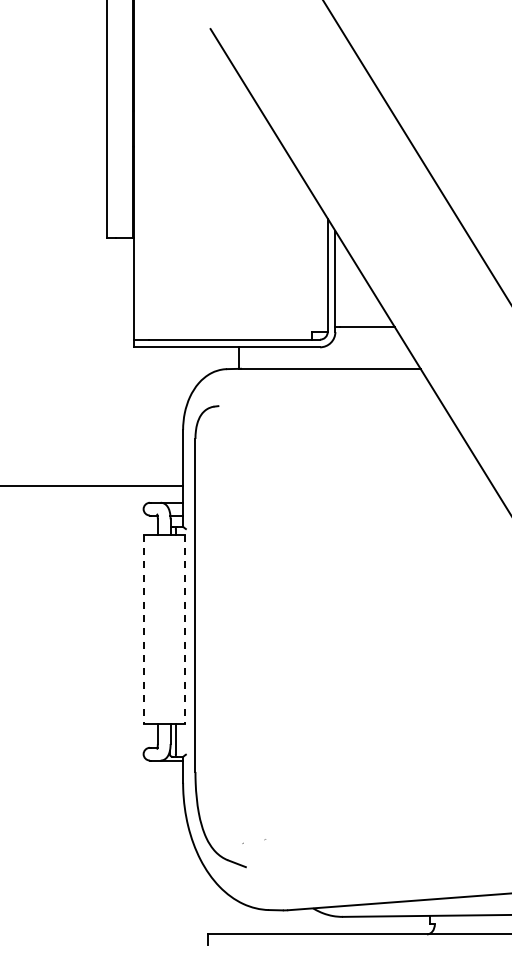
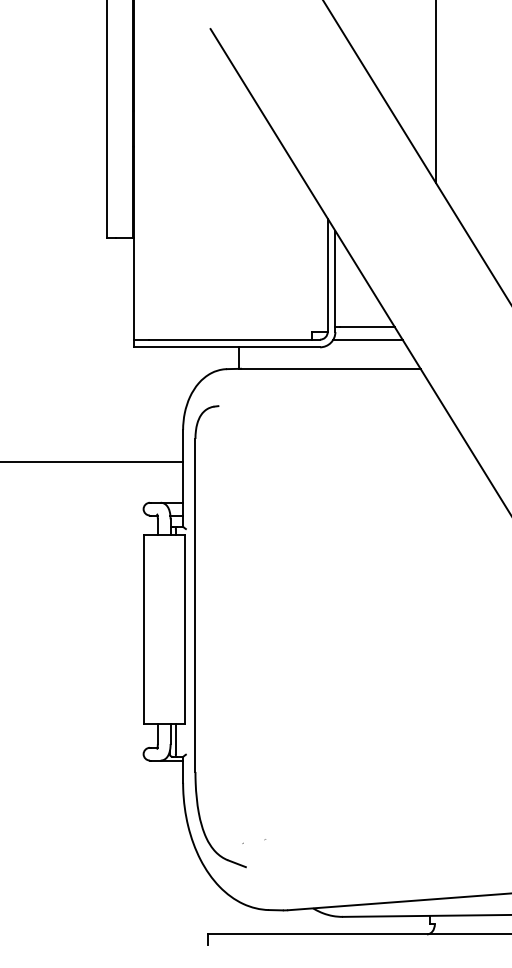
line at (436, 92): none -> present
line at (367, 339): none -> present
line at (92, 485) position: (92, 485) -> (92, 461)
line at (143, 629): dashed -> solid
line at (184, 629): dashed -> solid
